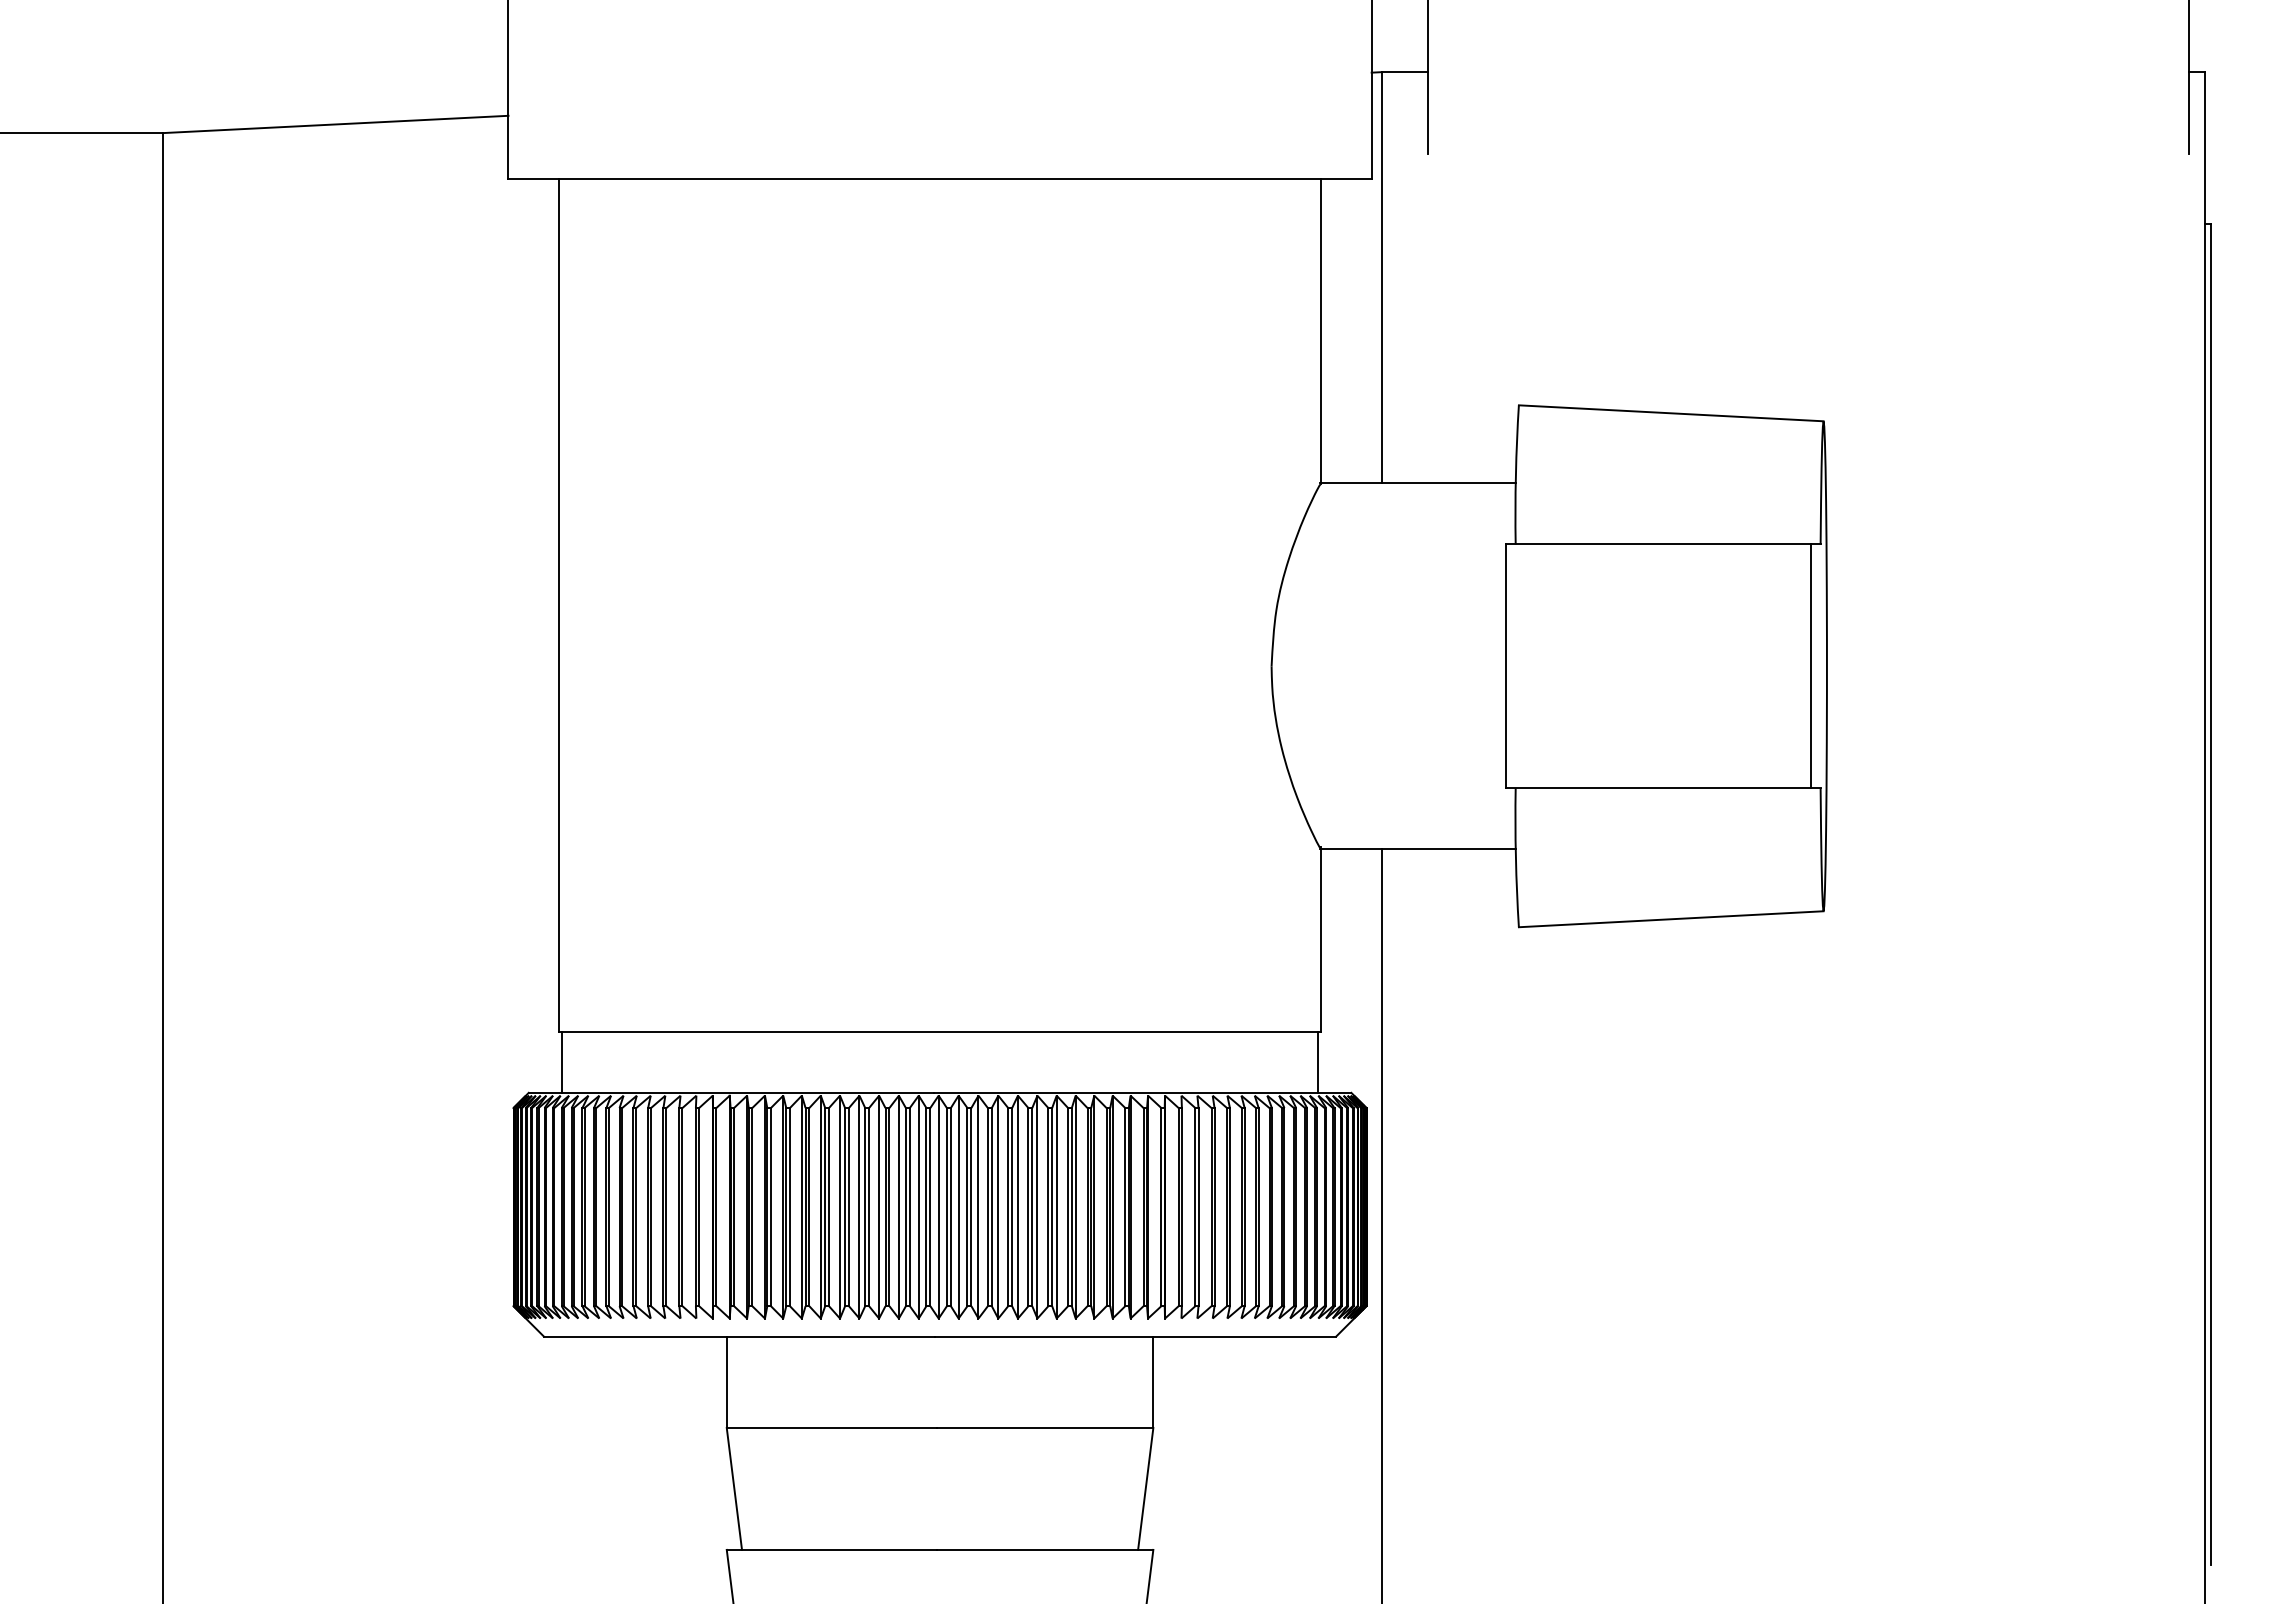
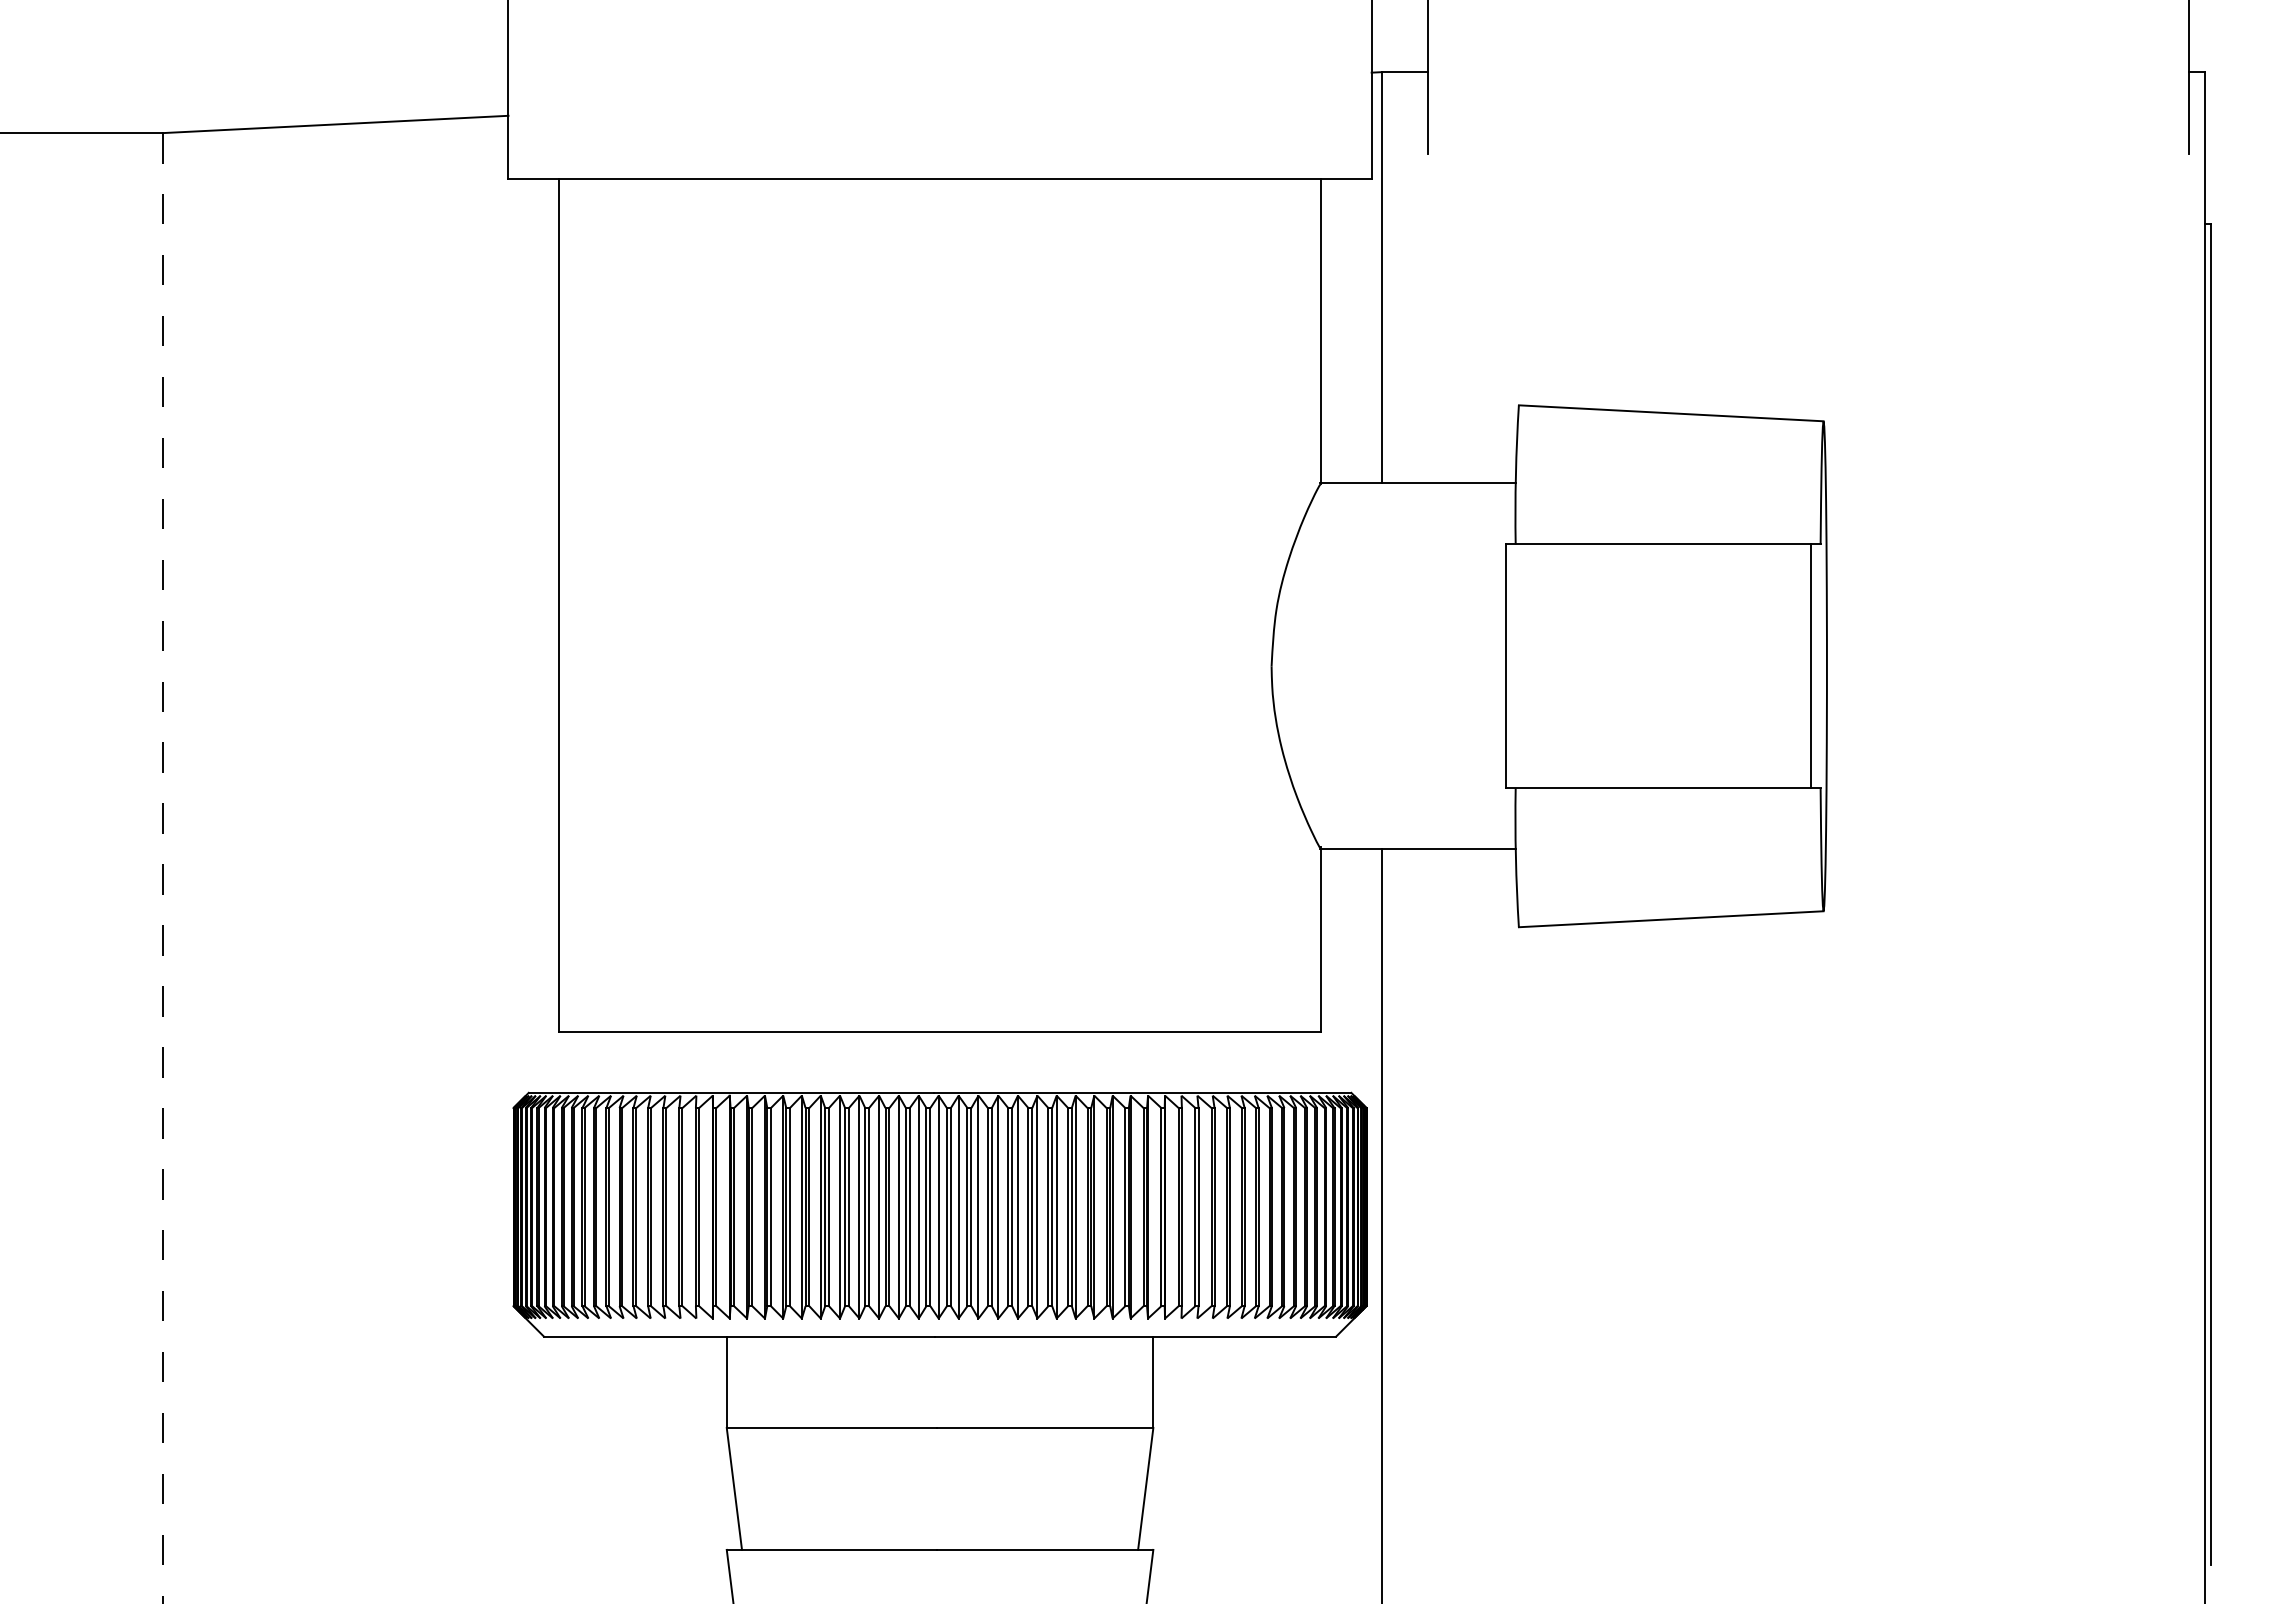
line at (163, 868): solid -> dashed
line at (562, 1061): present -> none
line at (1317, 1061): present -> none
